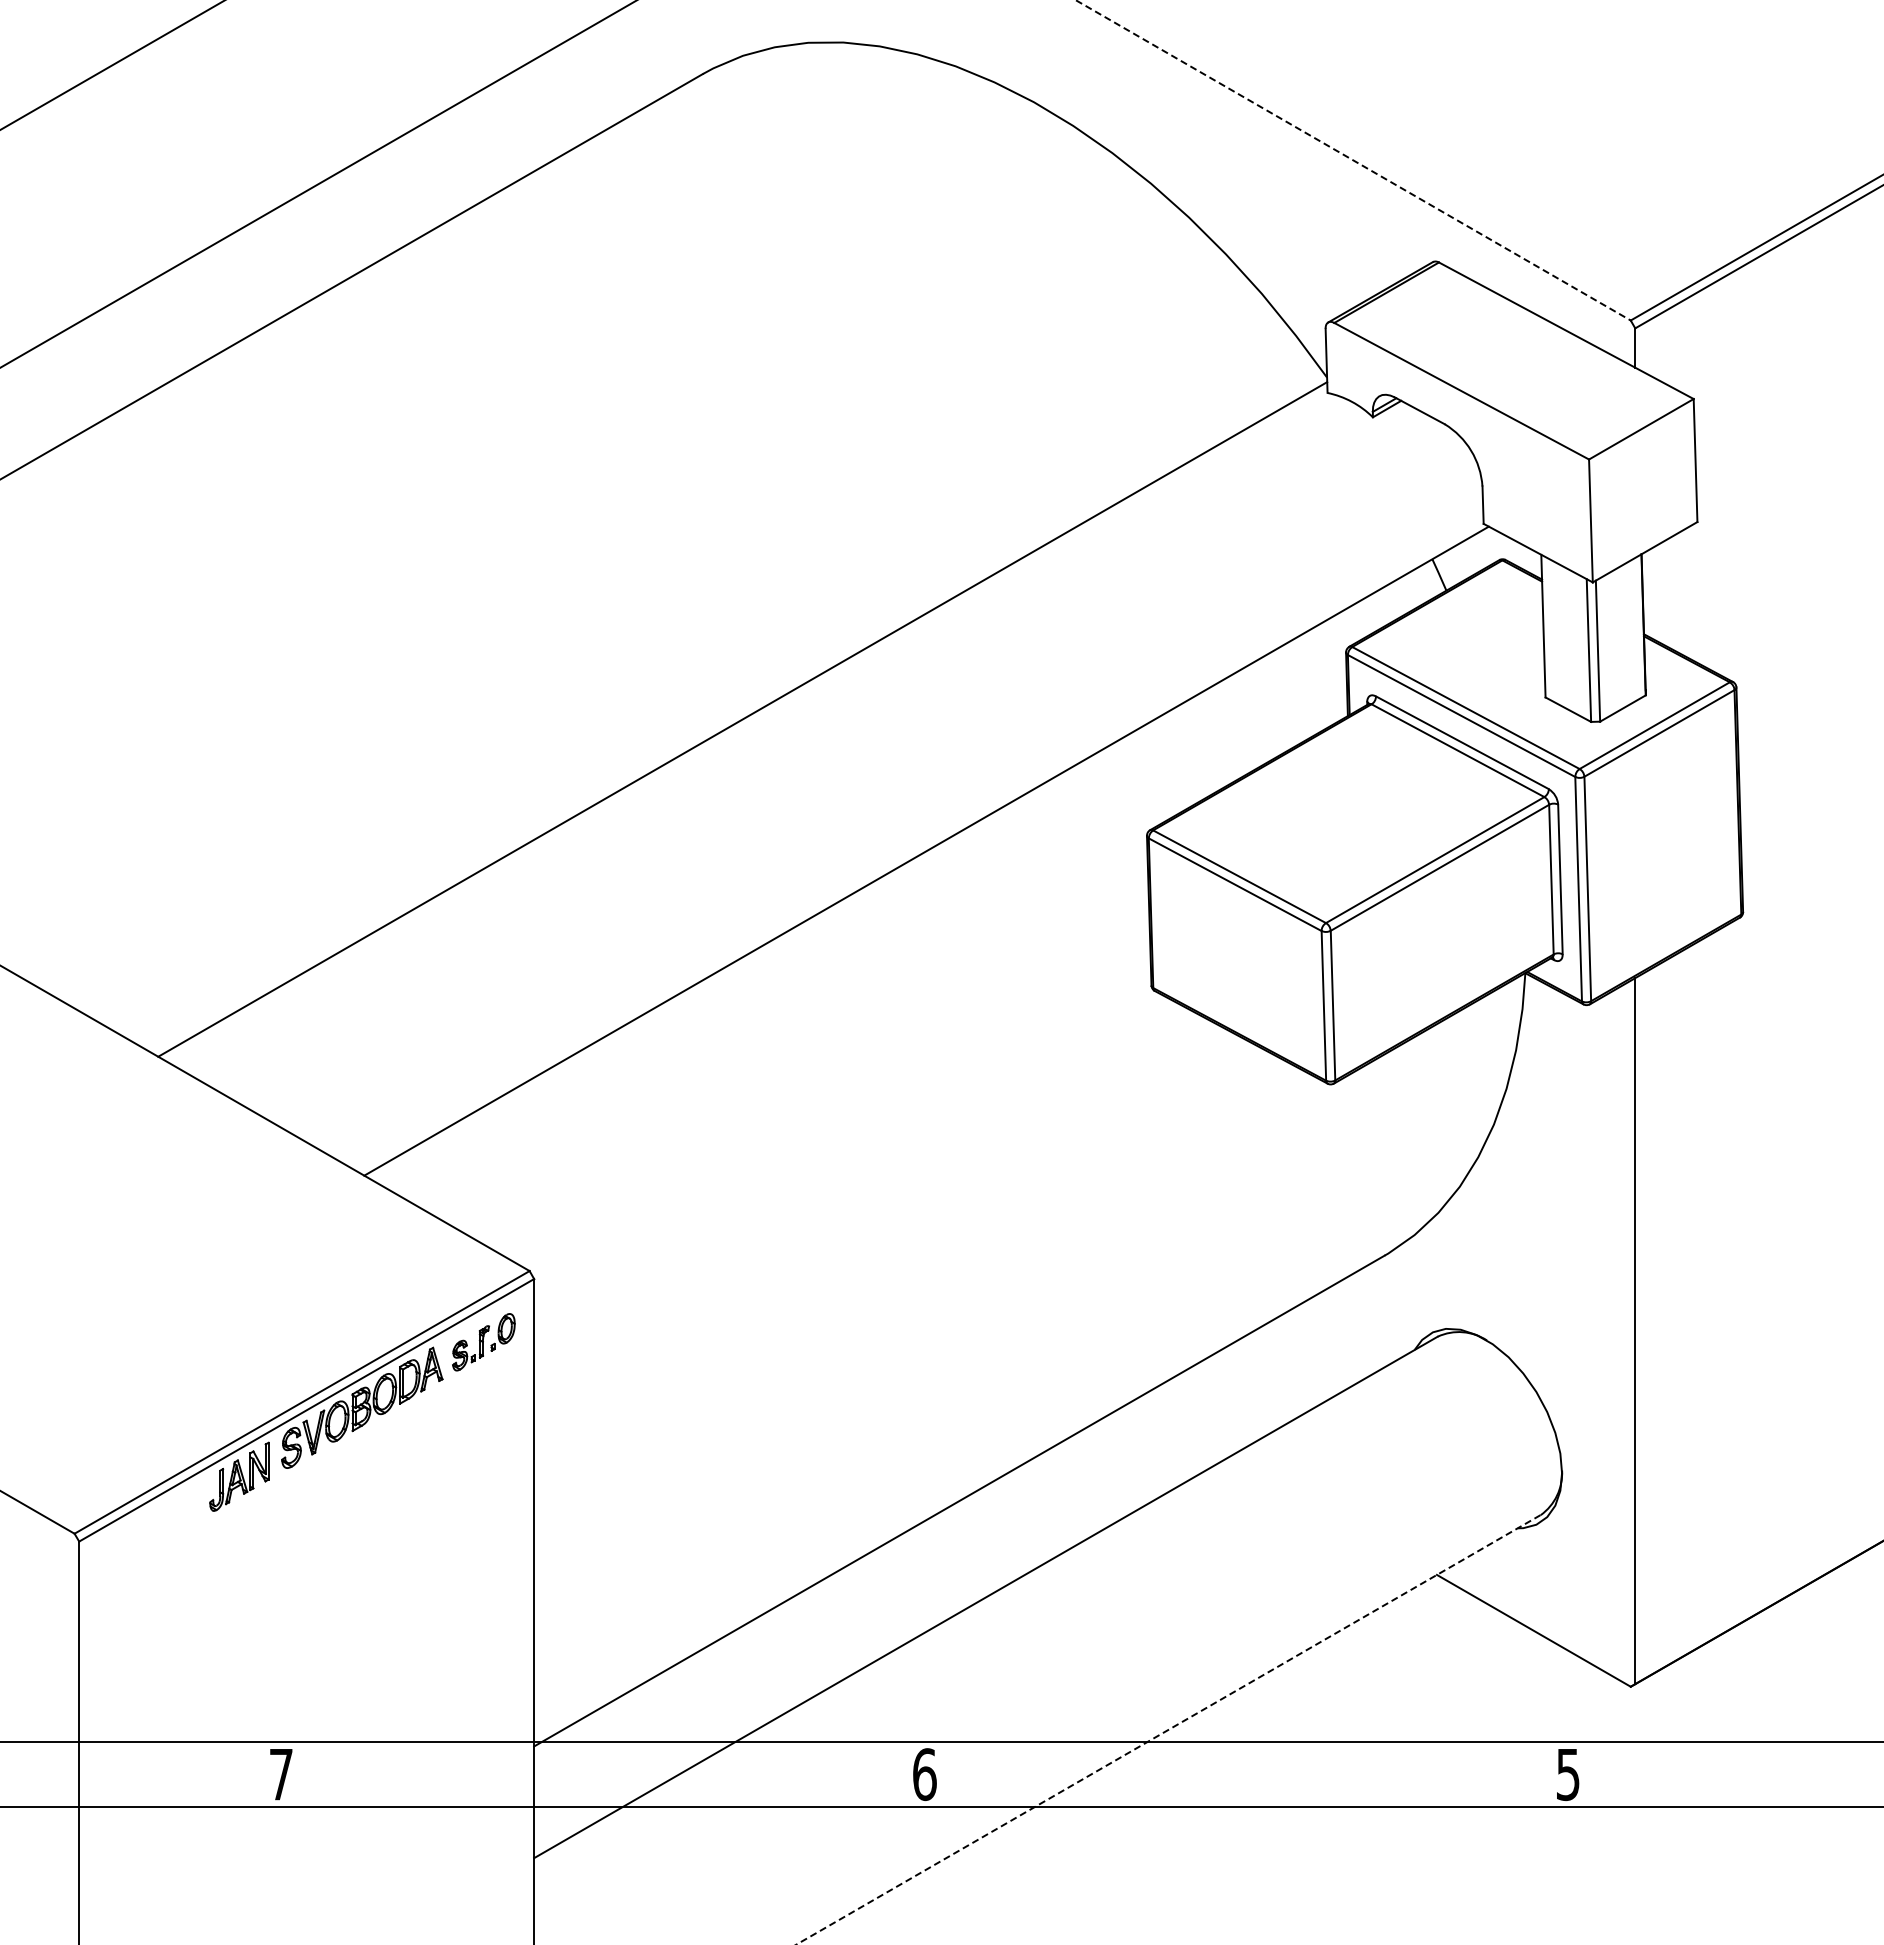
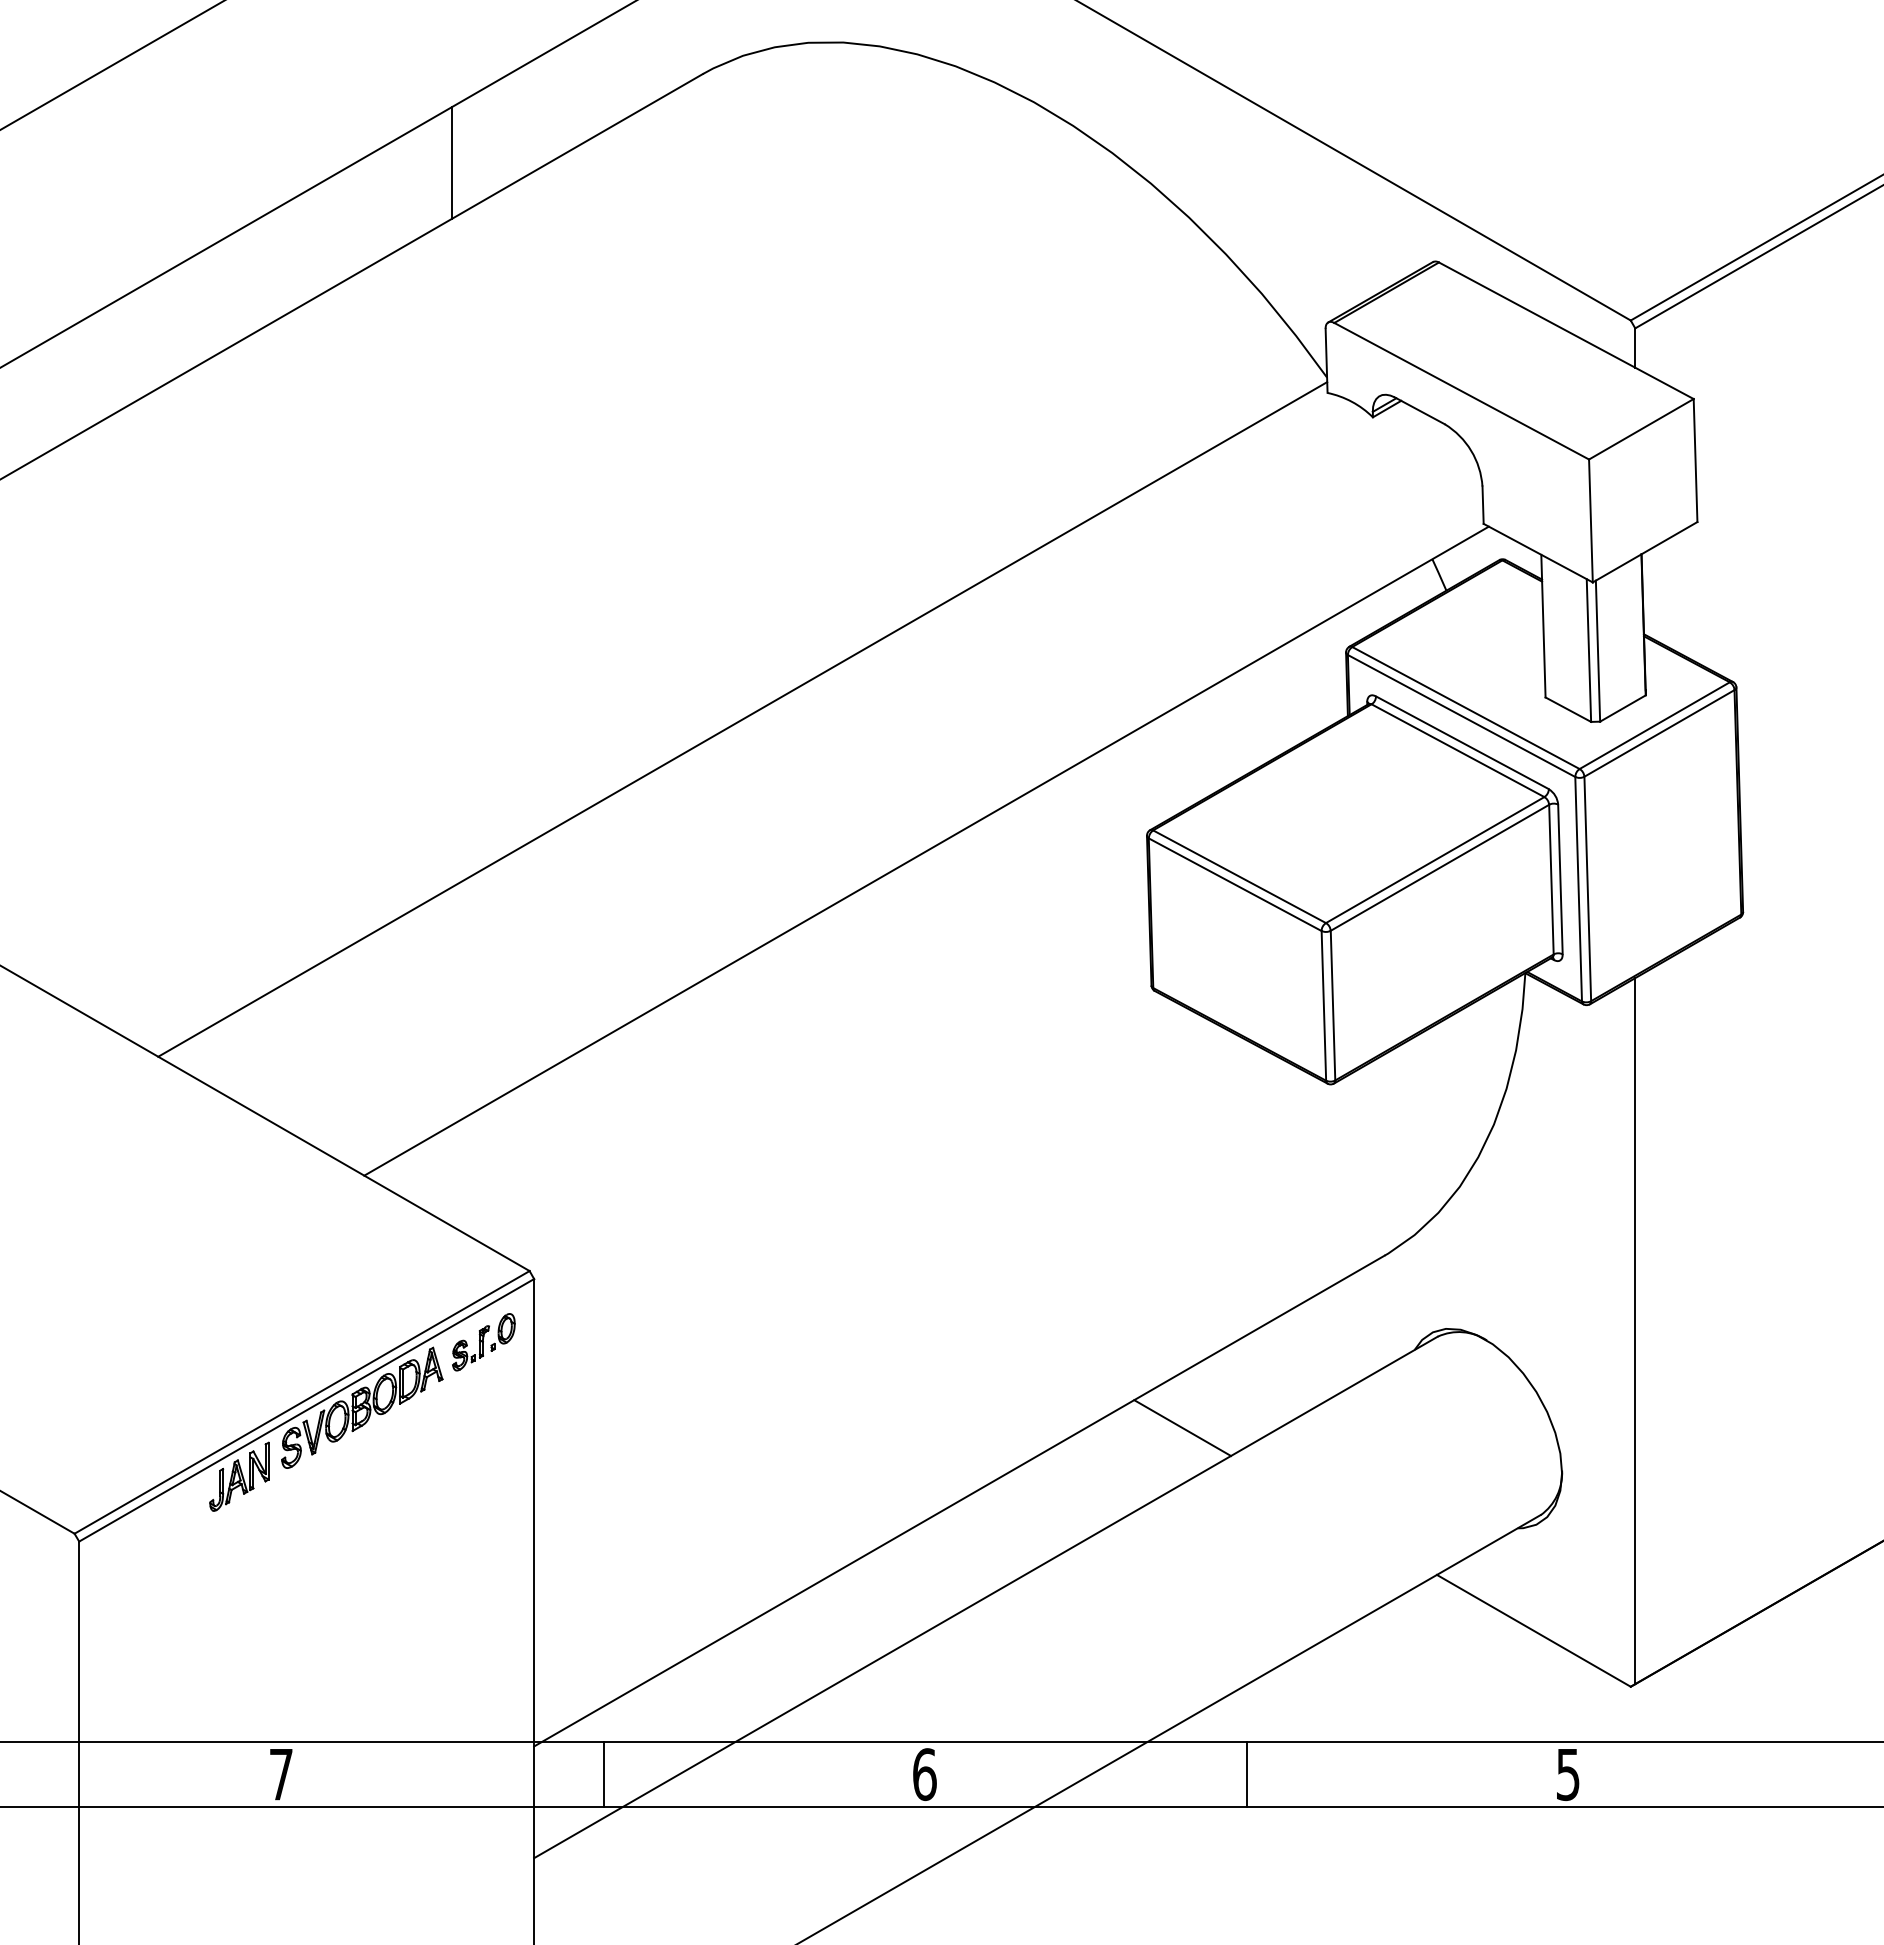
line at (1353, 160): dashed -> solid
line at (452, 162): none -> present
line at (1182, 1428): none -> present
line at (1168, 1729): dashed -> solid
line at (603, 1774): none -> present
line at (1247, 1774): none -> present
